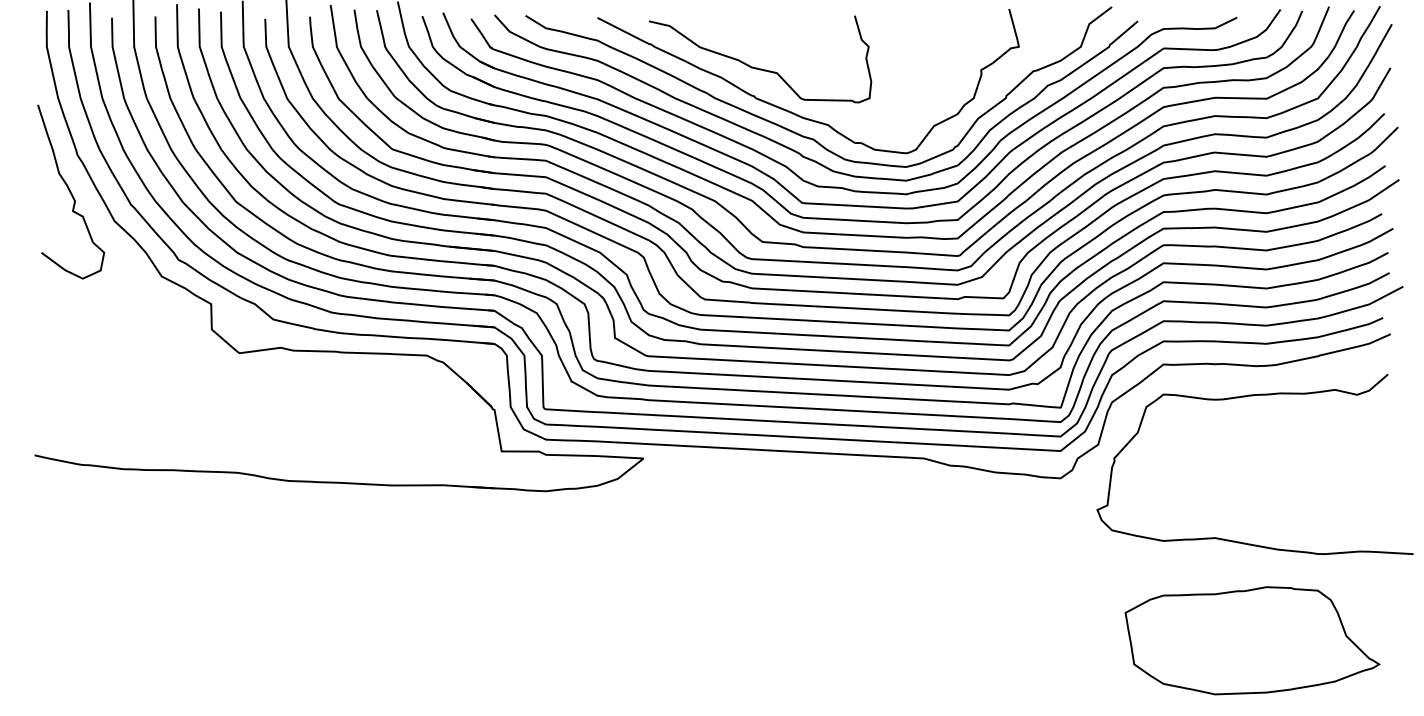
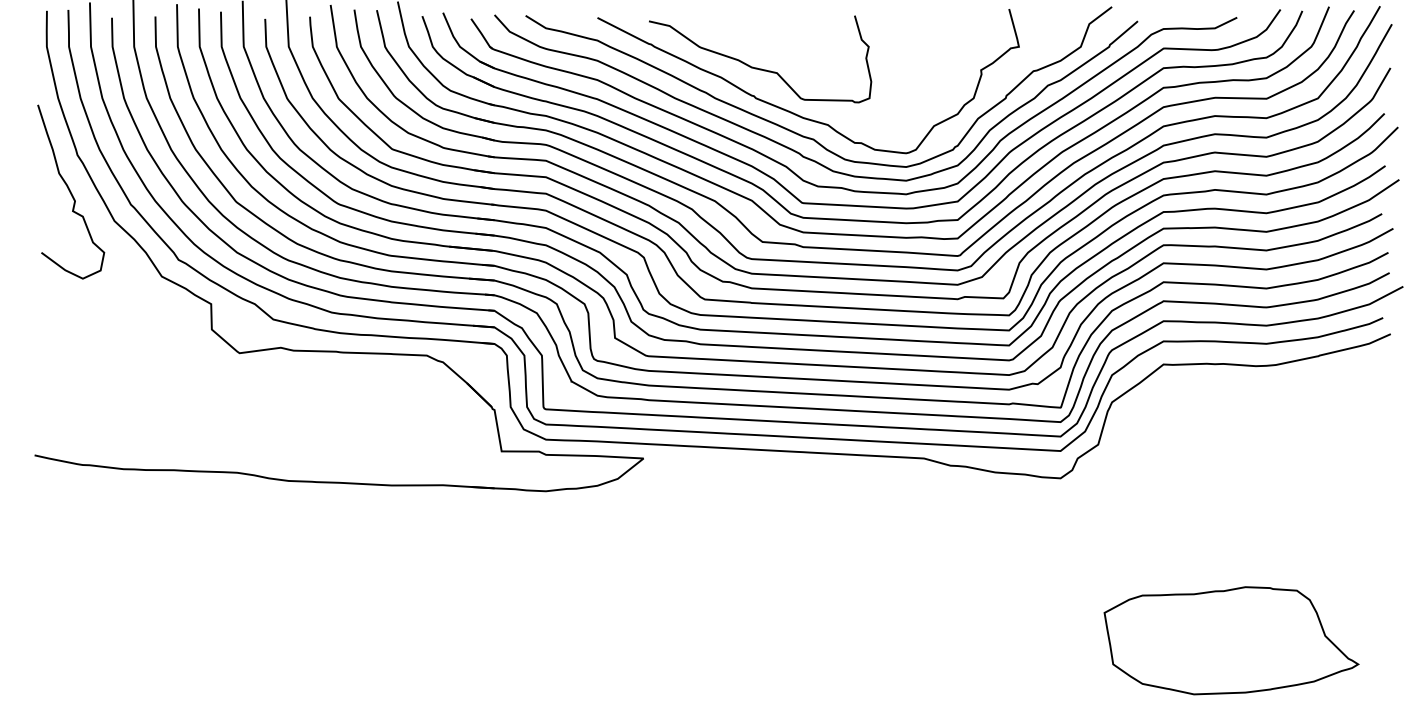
curve at (1245, 397): present -> none
part at (1252, 640) position: (1252, 640) -> (1231, 640)
